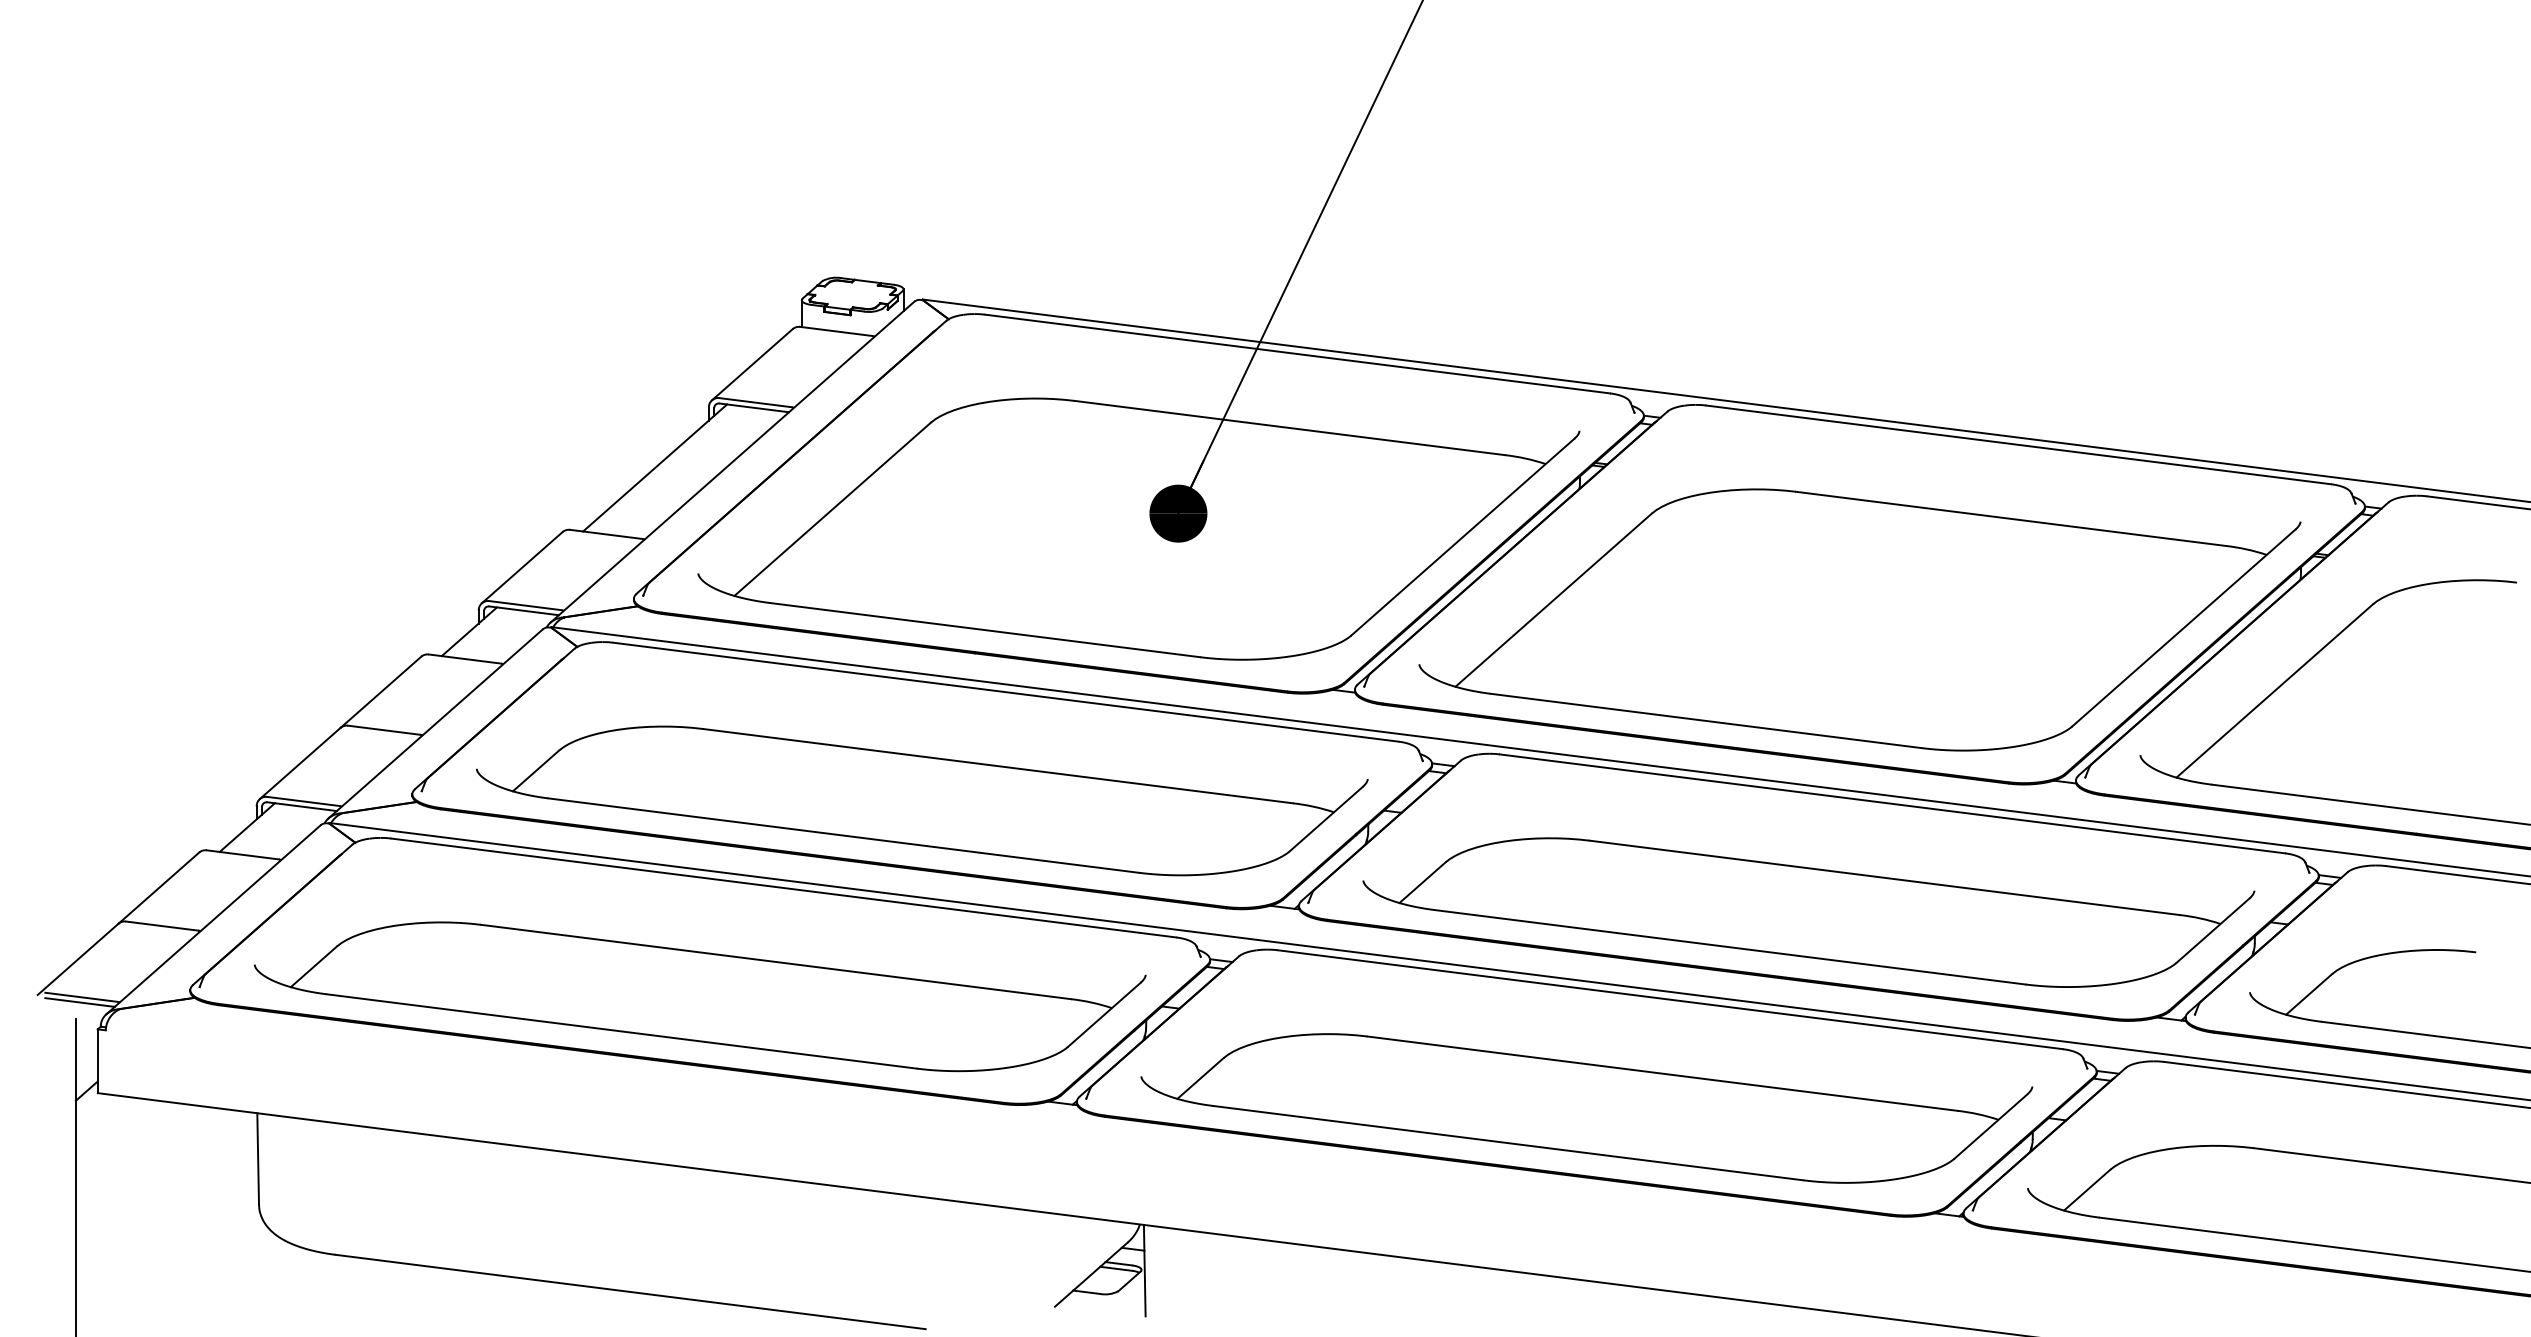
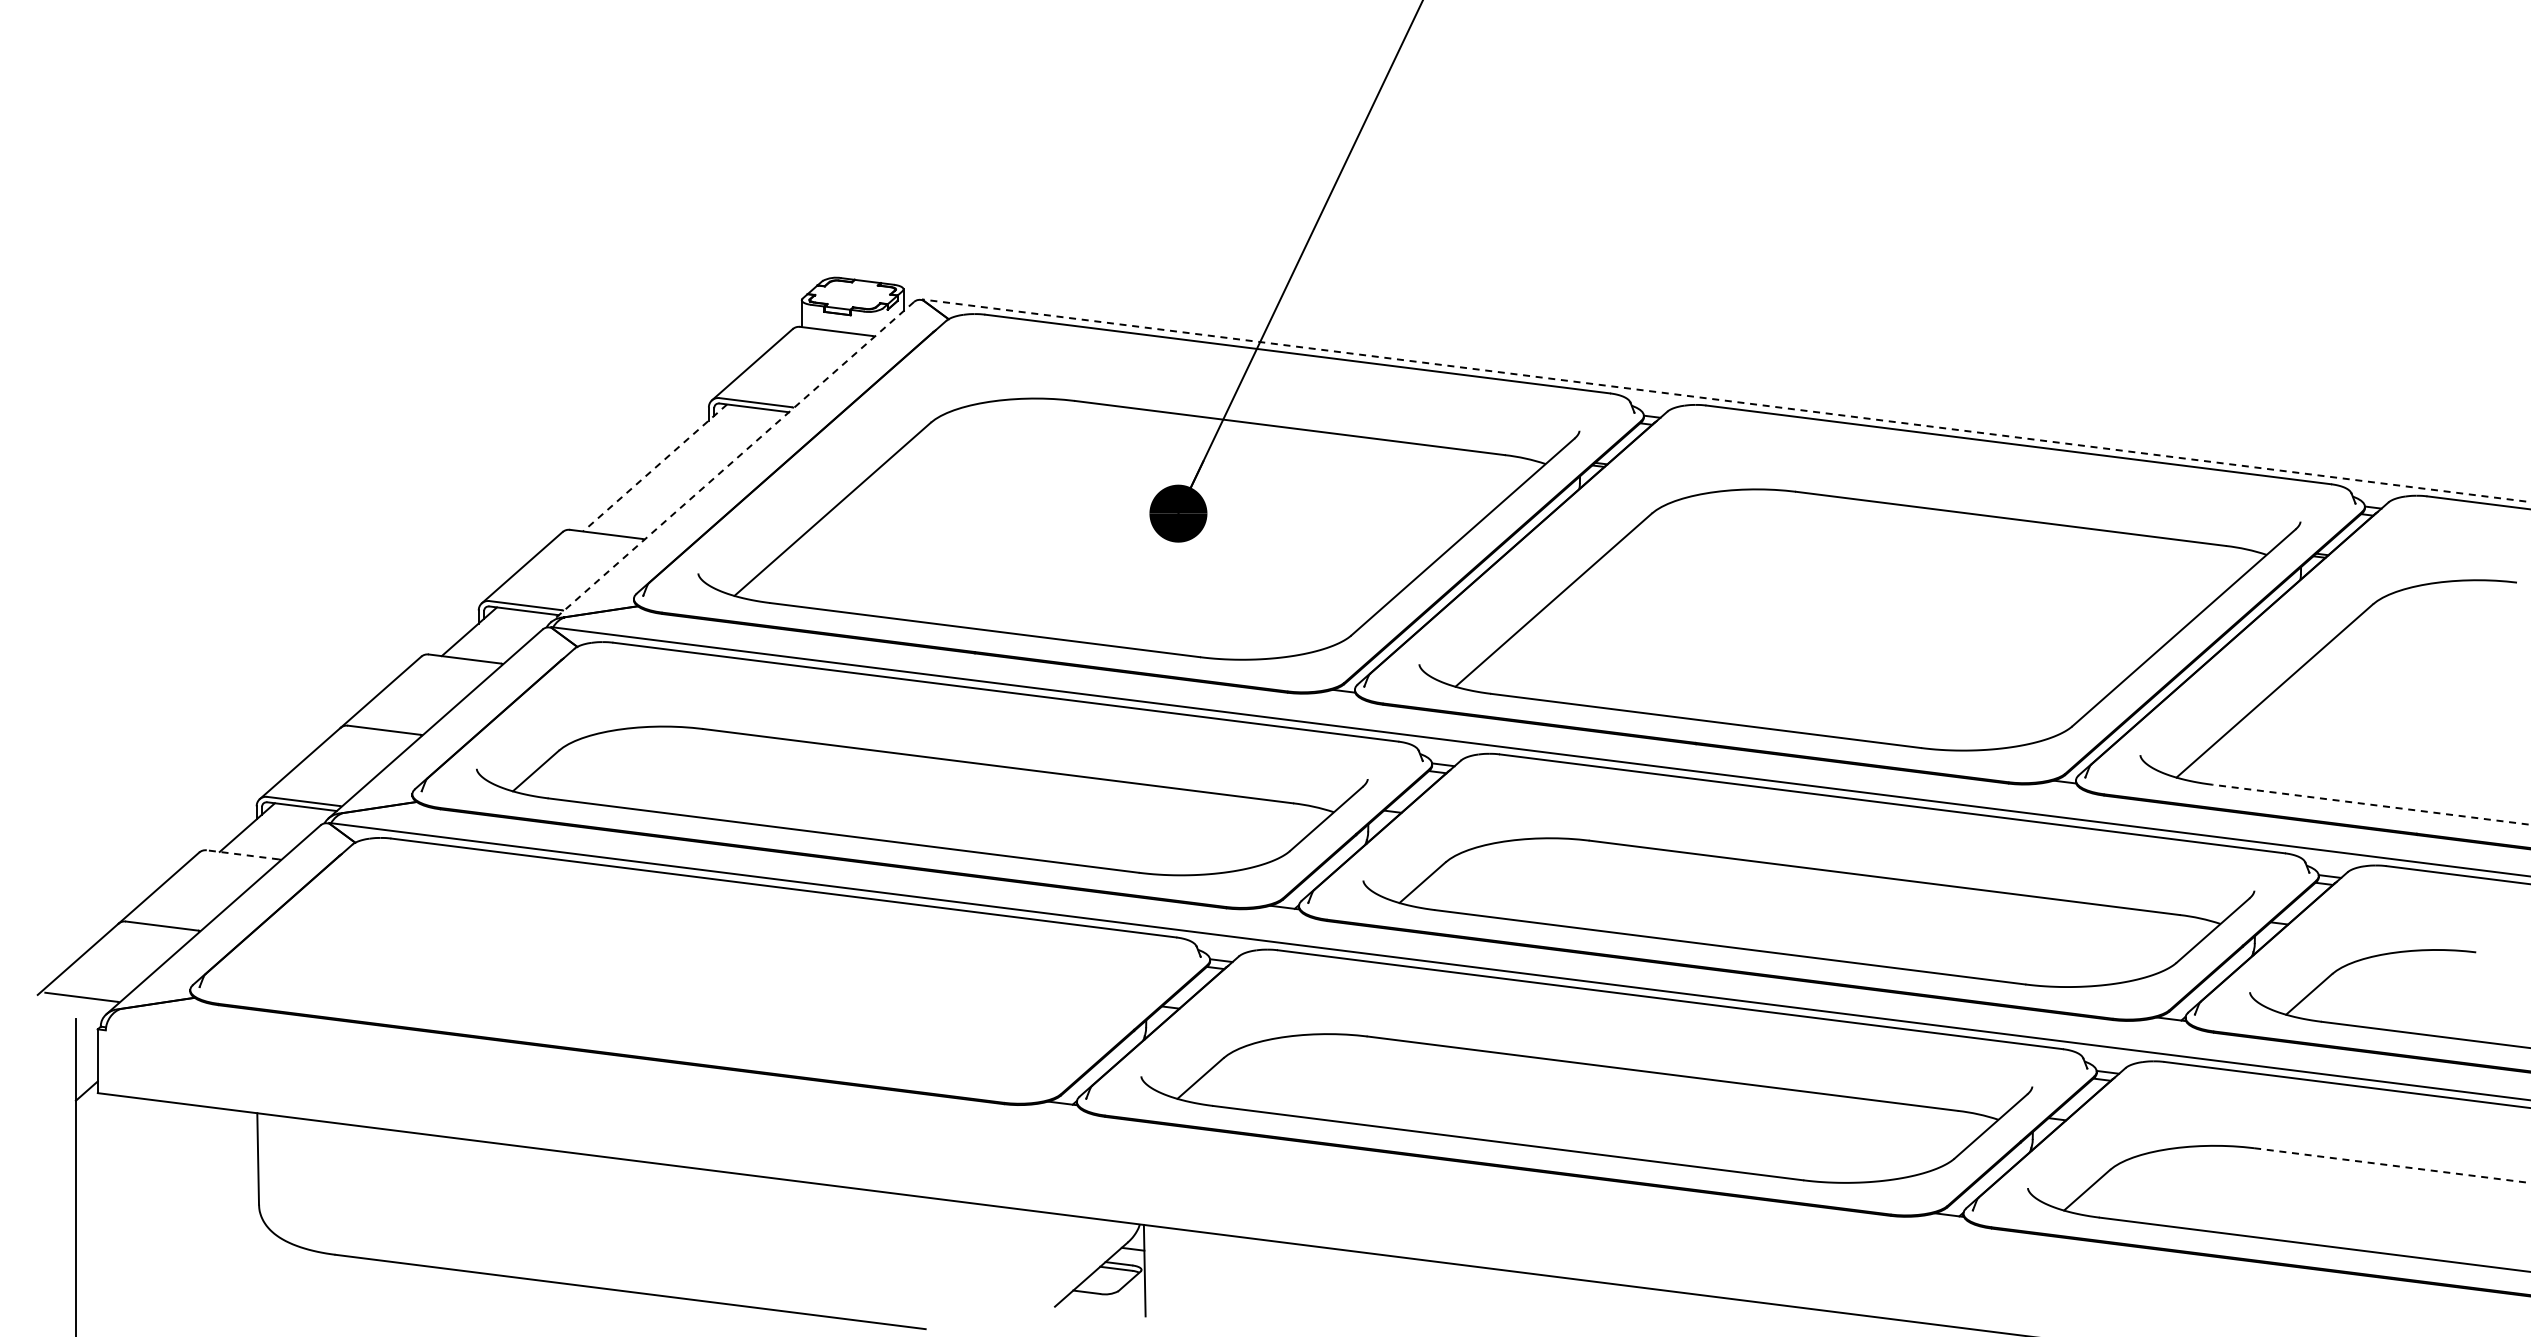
line at (1726, 400): solid -> dashed
line at (731, 462): solid -> dashed
line at (654, 468): solid -> dashed
line at (2370, 804): solid -> dashed
line at (242, 854): solid -> dashed
part at (700, 996): present -> none
line at (79, 1002): present -> none
line at (2393, 1165): solid -> dashed
